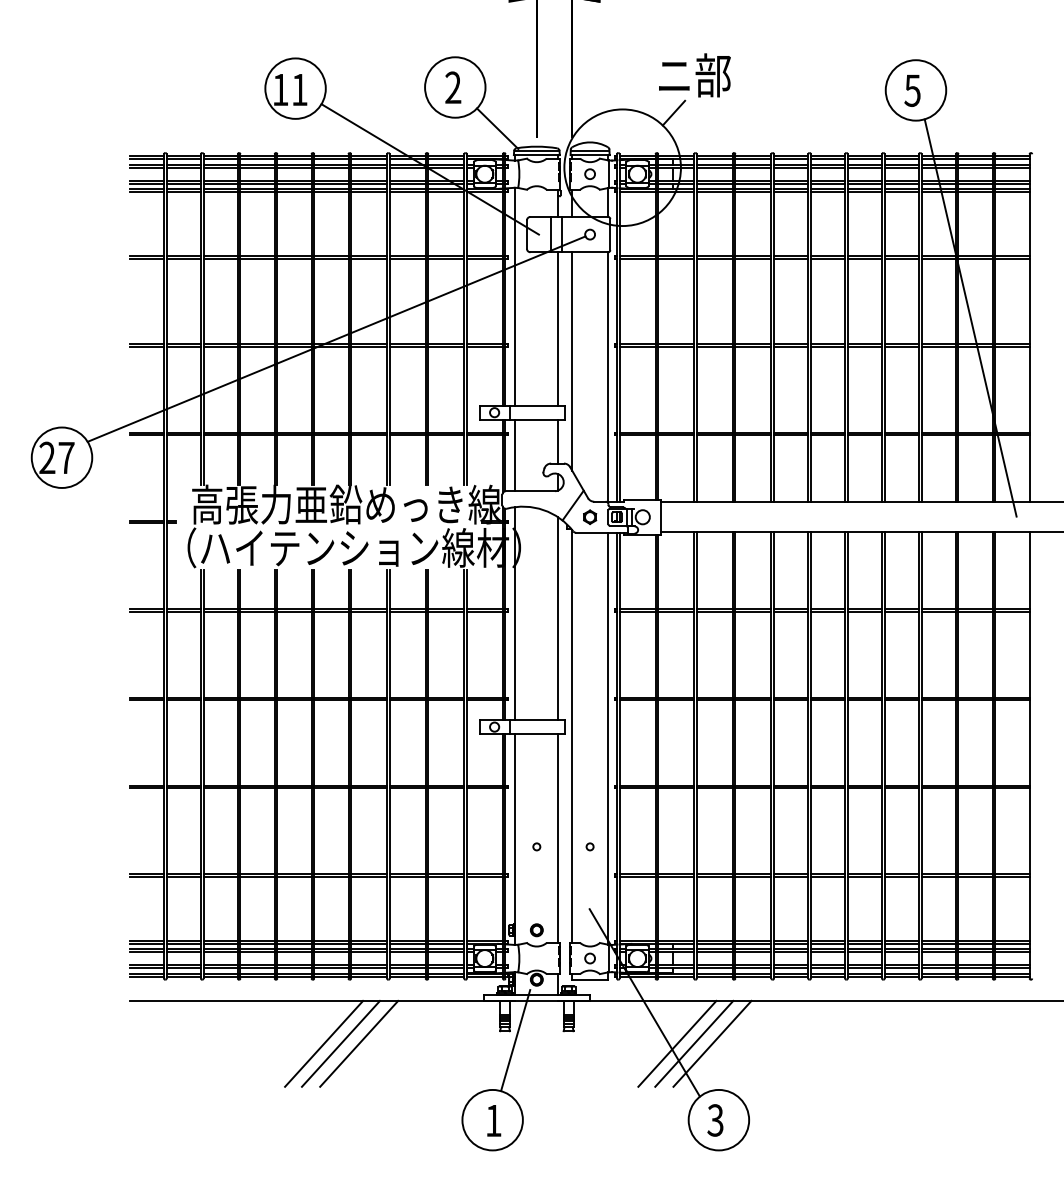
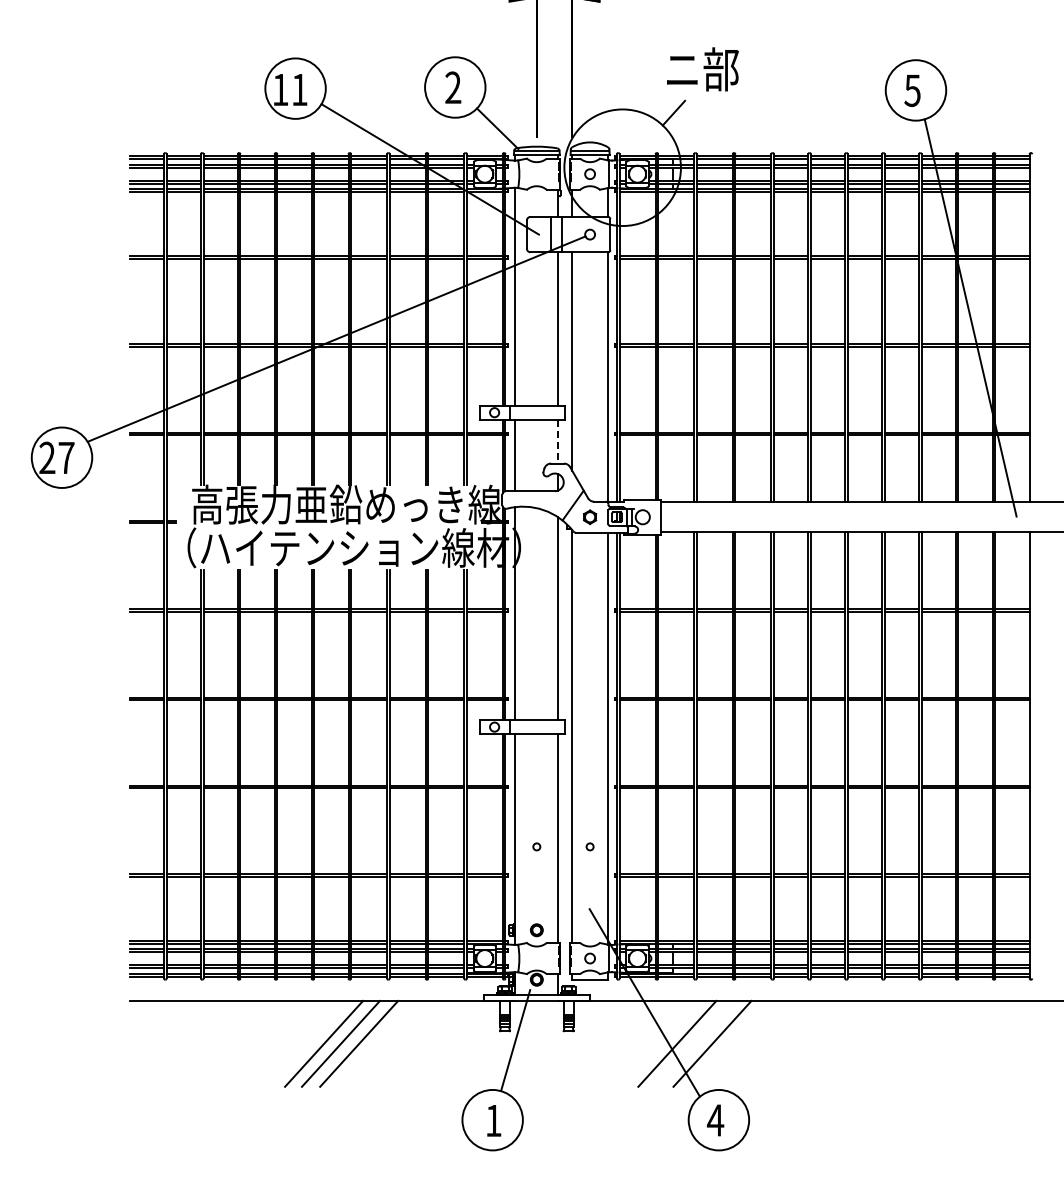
text at (694, 75) position: (694, 75) -> (702, 69)
line at (558, 441): solid -> dashed
line at (694, 1043): present -> none
text at (715, 1120): 3 -> 4
